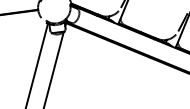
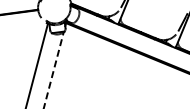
line at (53, 69): solid -> dashed
